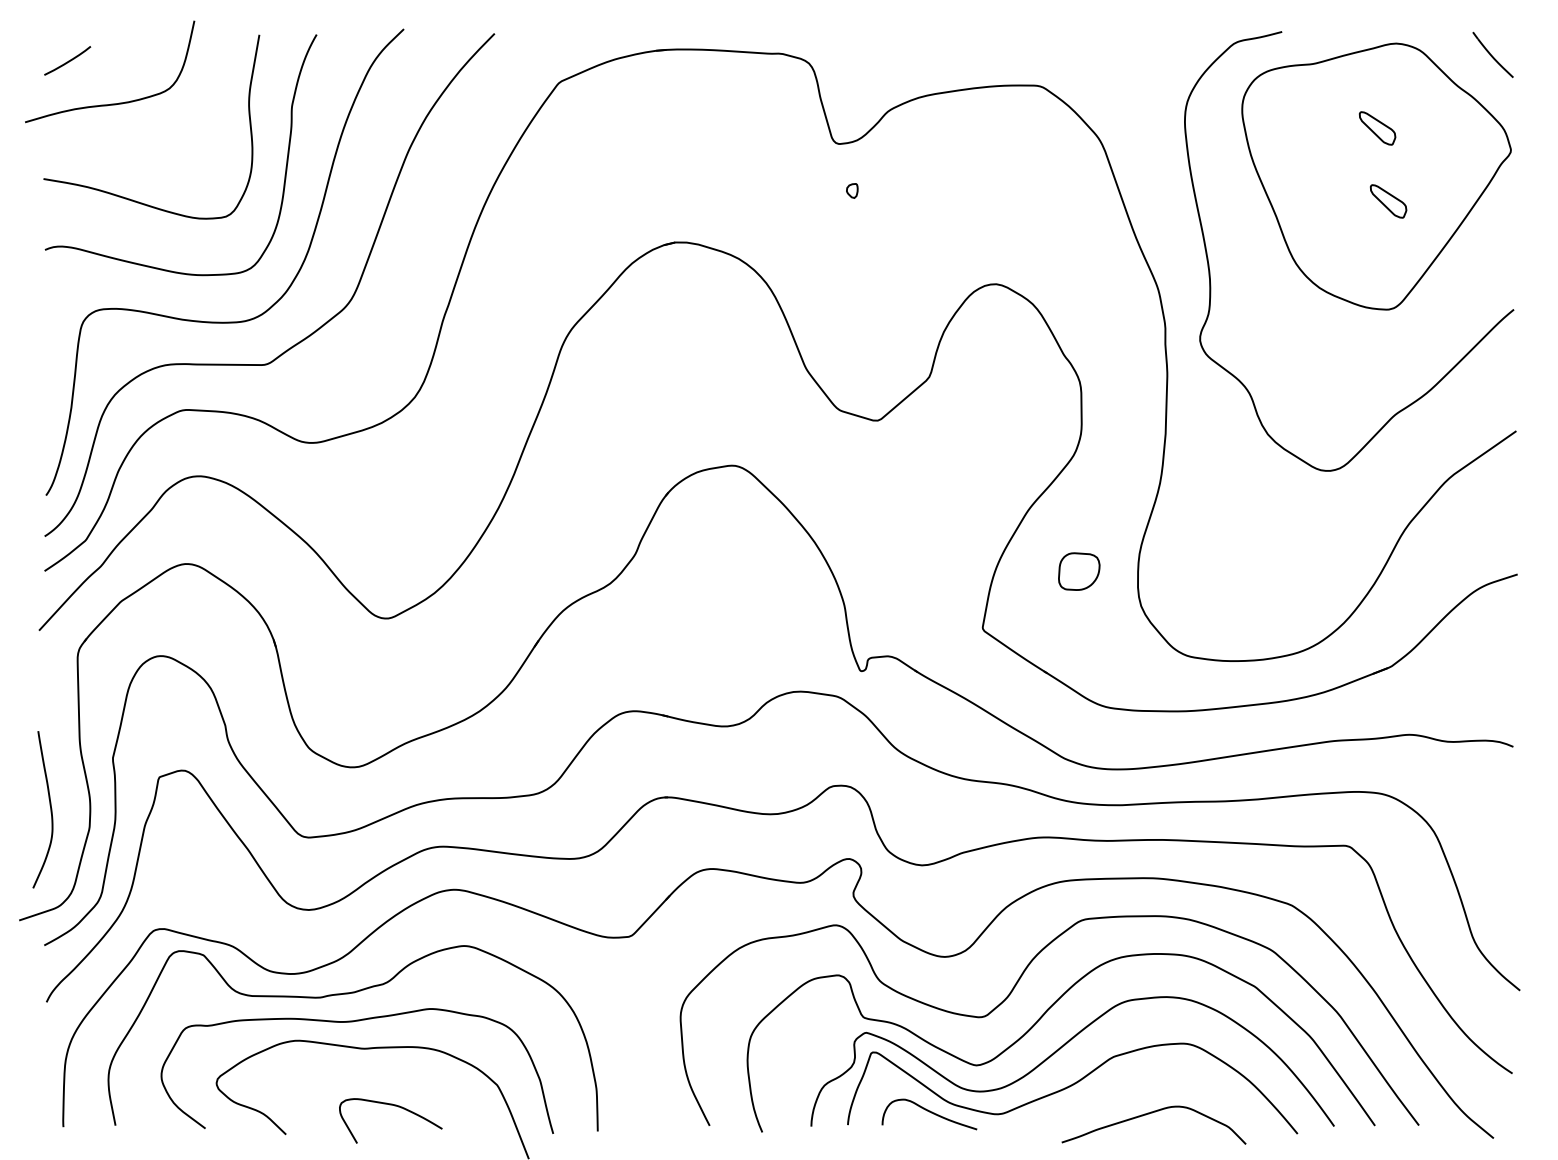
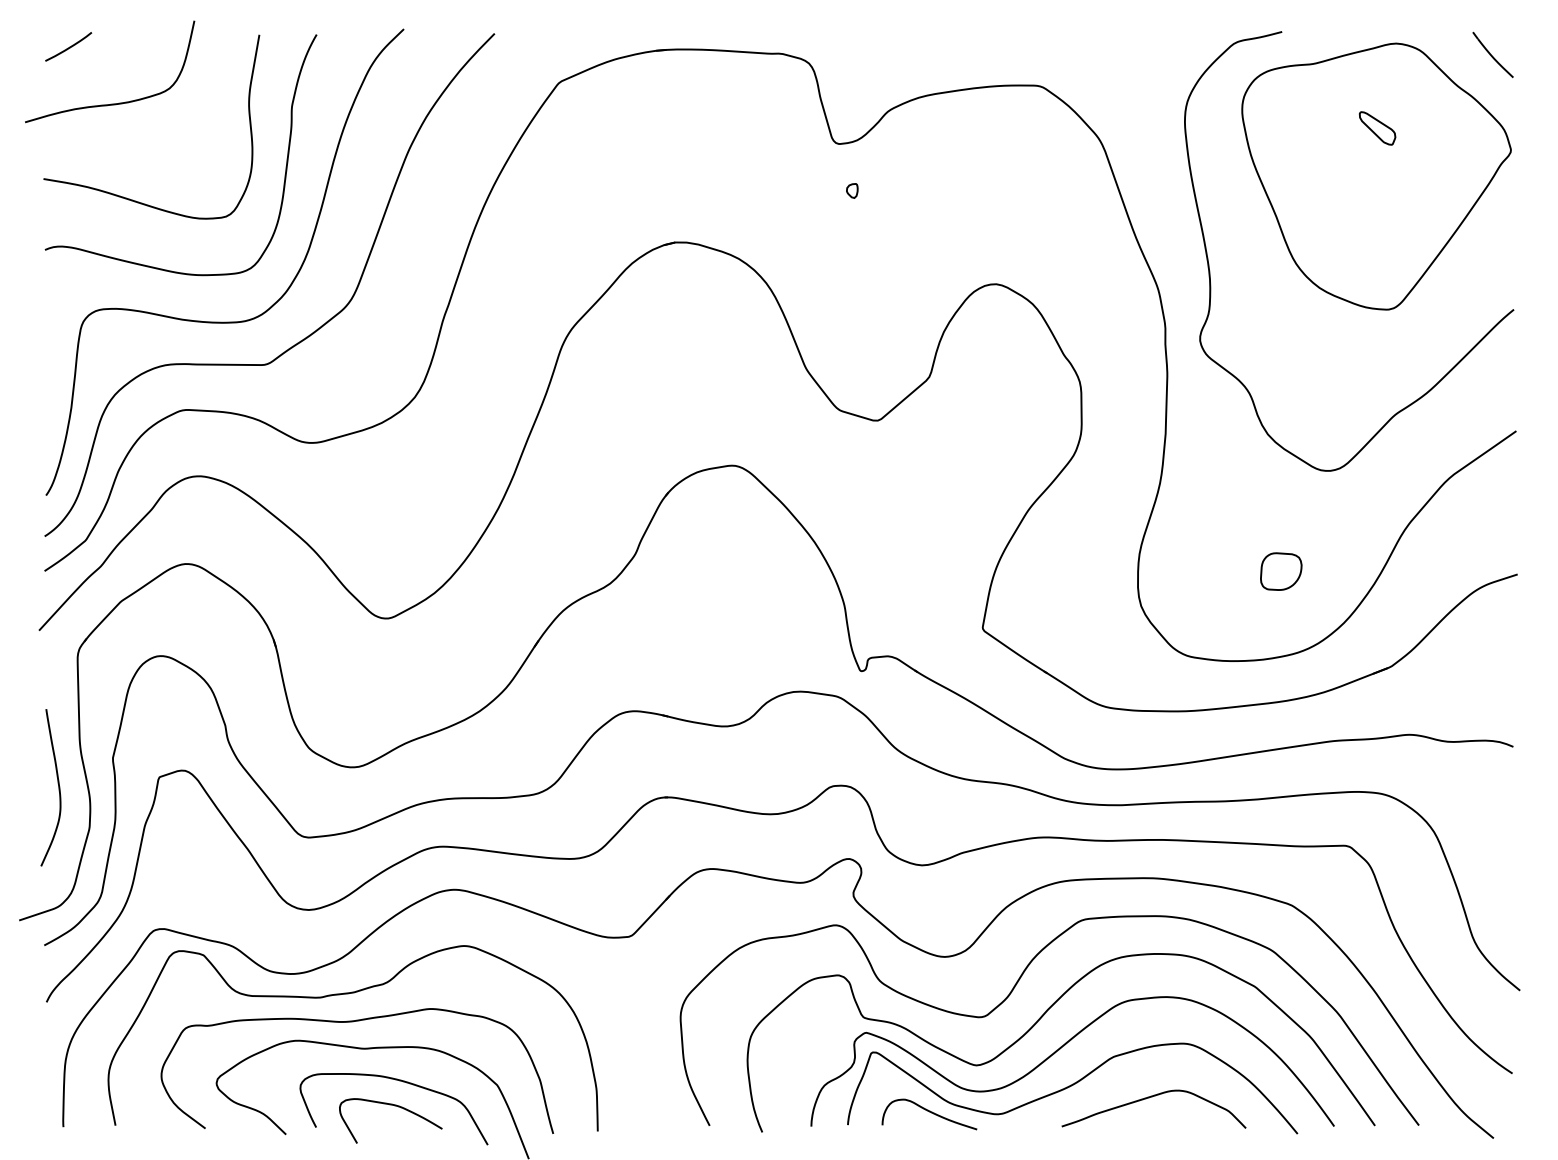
curve at (68, 60) position: (68, 60) -> (69, 46)
part at (1388, 201): present -> none
part at (1079, 571) position: (1079, 571) -> (1281, 571)
curve at (50, 809) position: (50, 809) -> (58, 787)
curve at (399, 1081): none -> present
curve at (1149, 1114) position: (1149, 1114) -> (1149, 1098)
